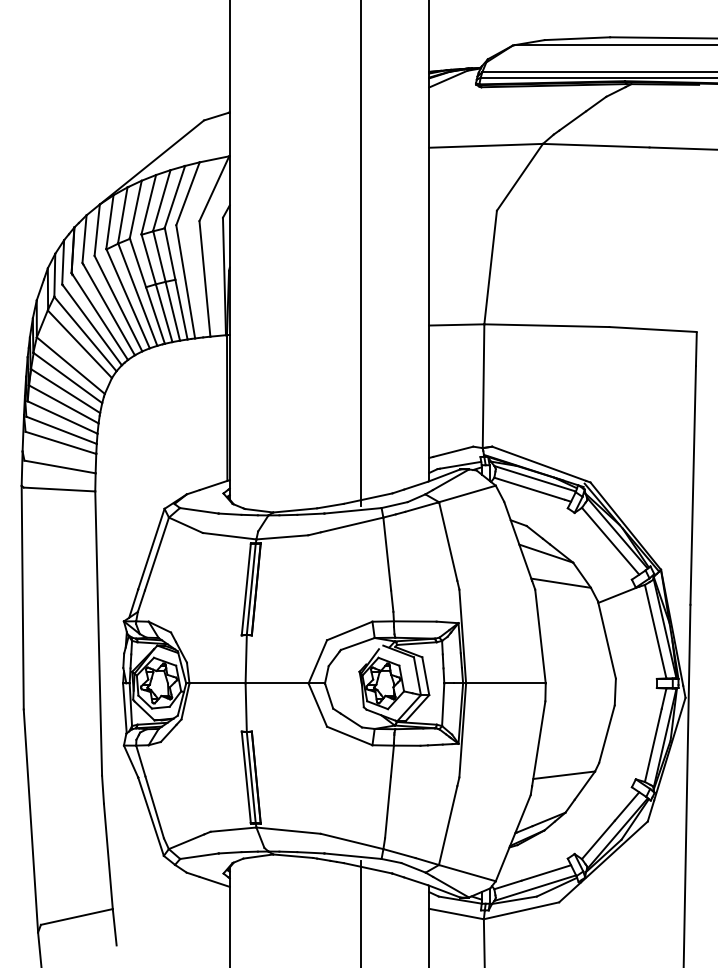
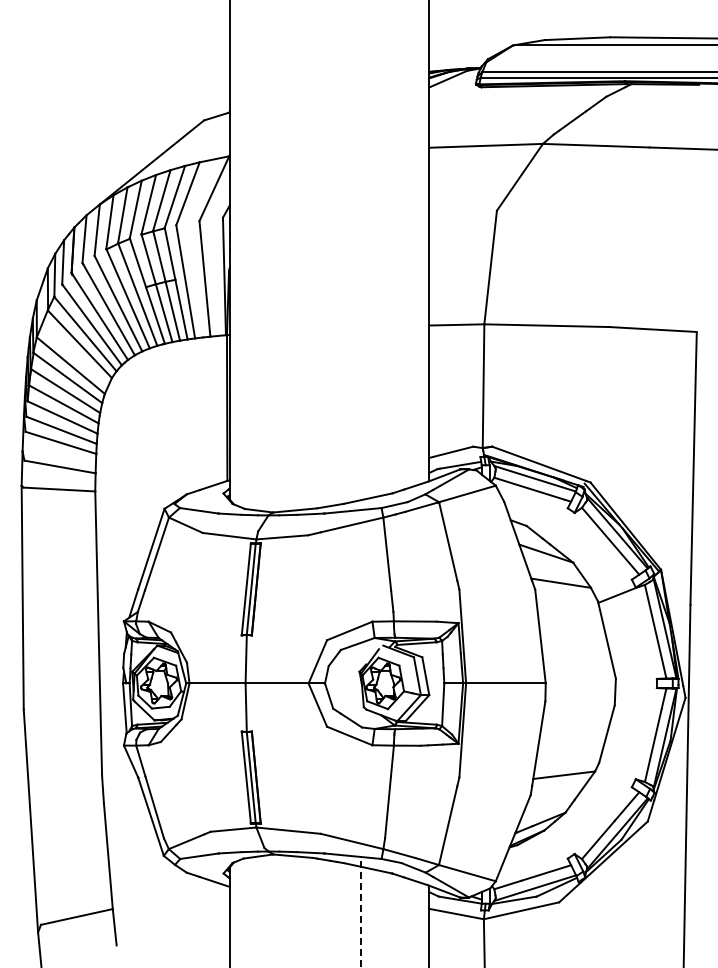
line at (361, 253): present -> none
line at (361, 914): solid -> dashed
